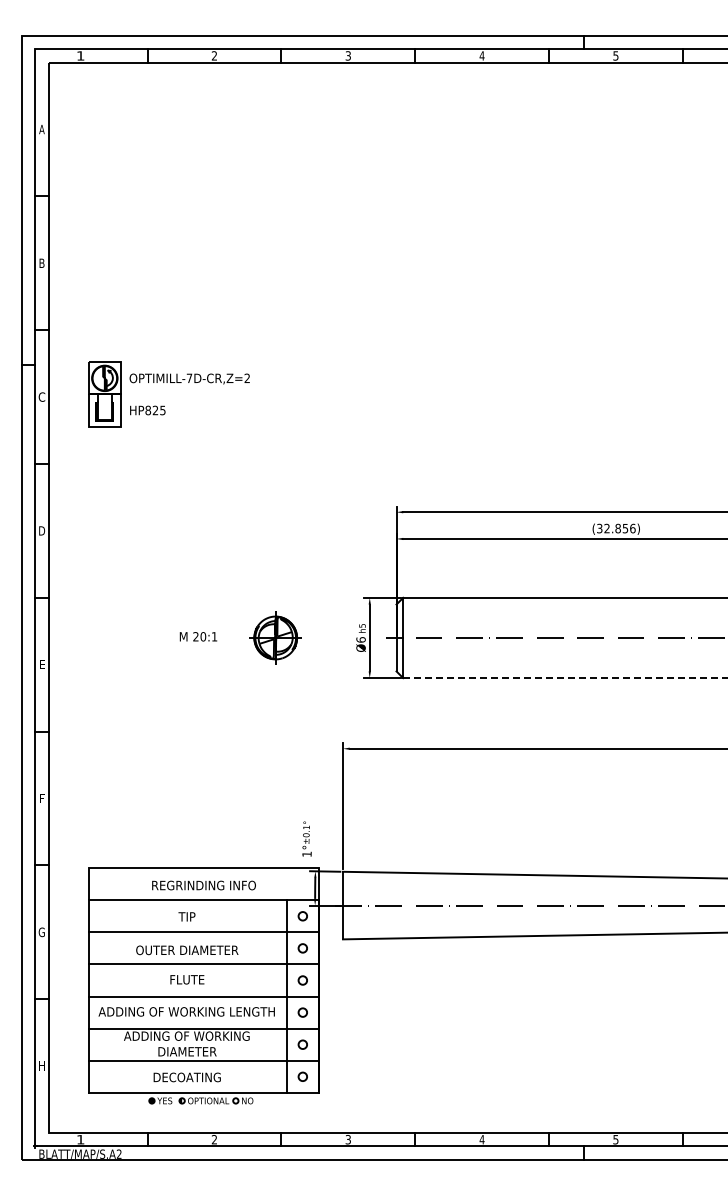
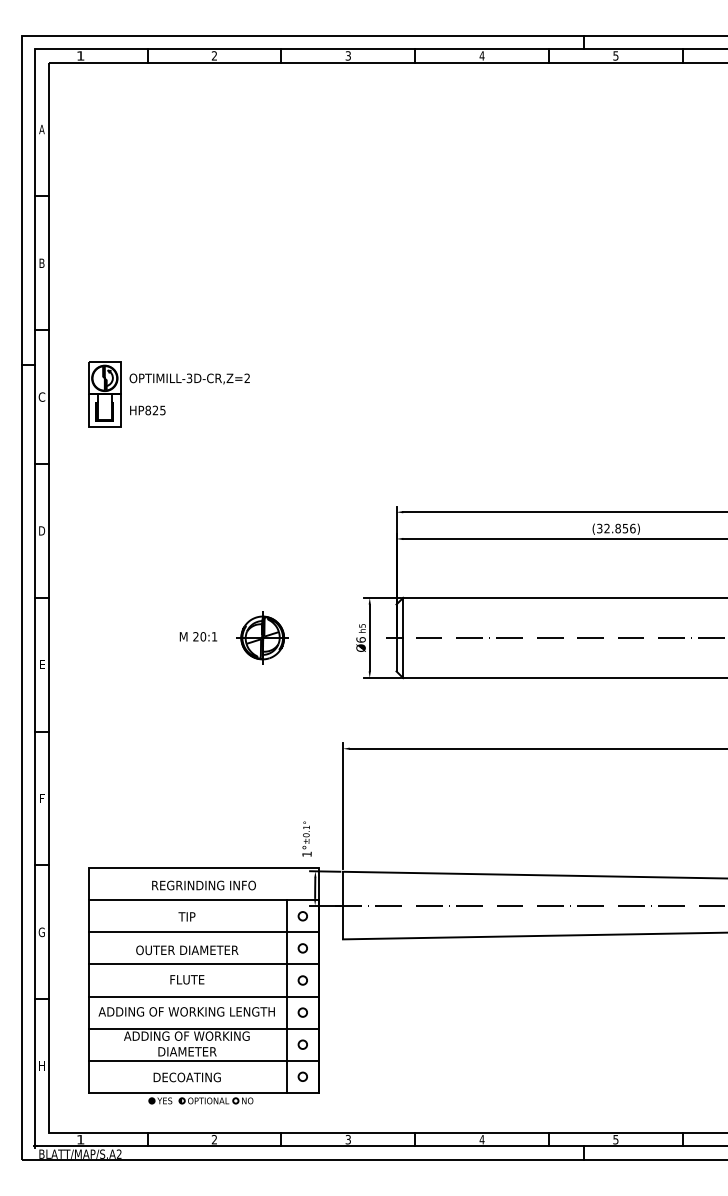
text at (189, 378): OPTIMILL-7D-CR,Z=2 -> OPTIMILL-3D-CR,Z=2
part at (275, 637) position: (275, 637) -> (262, 637)
line at (565, 678): dashed -> solid
